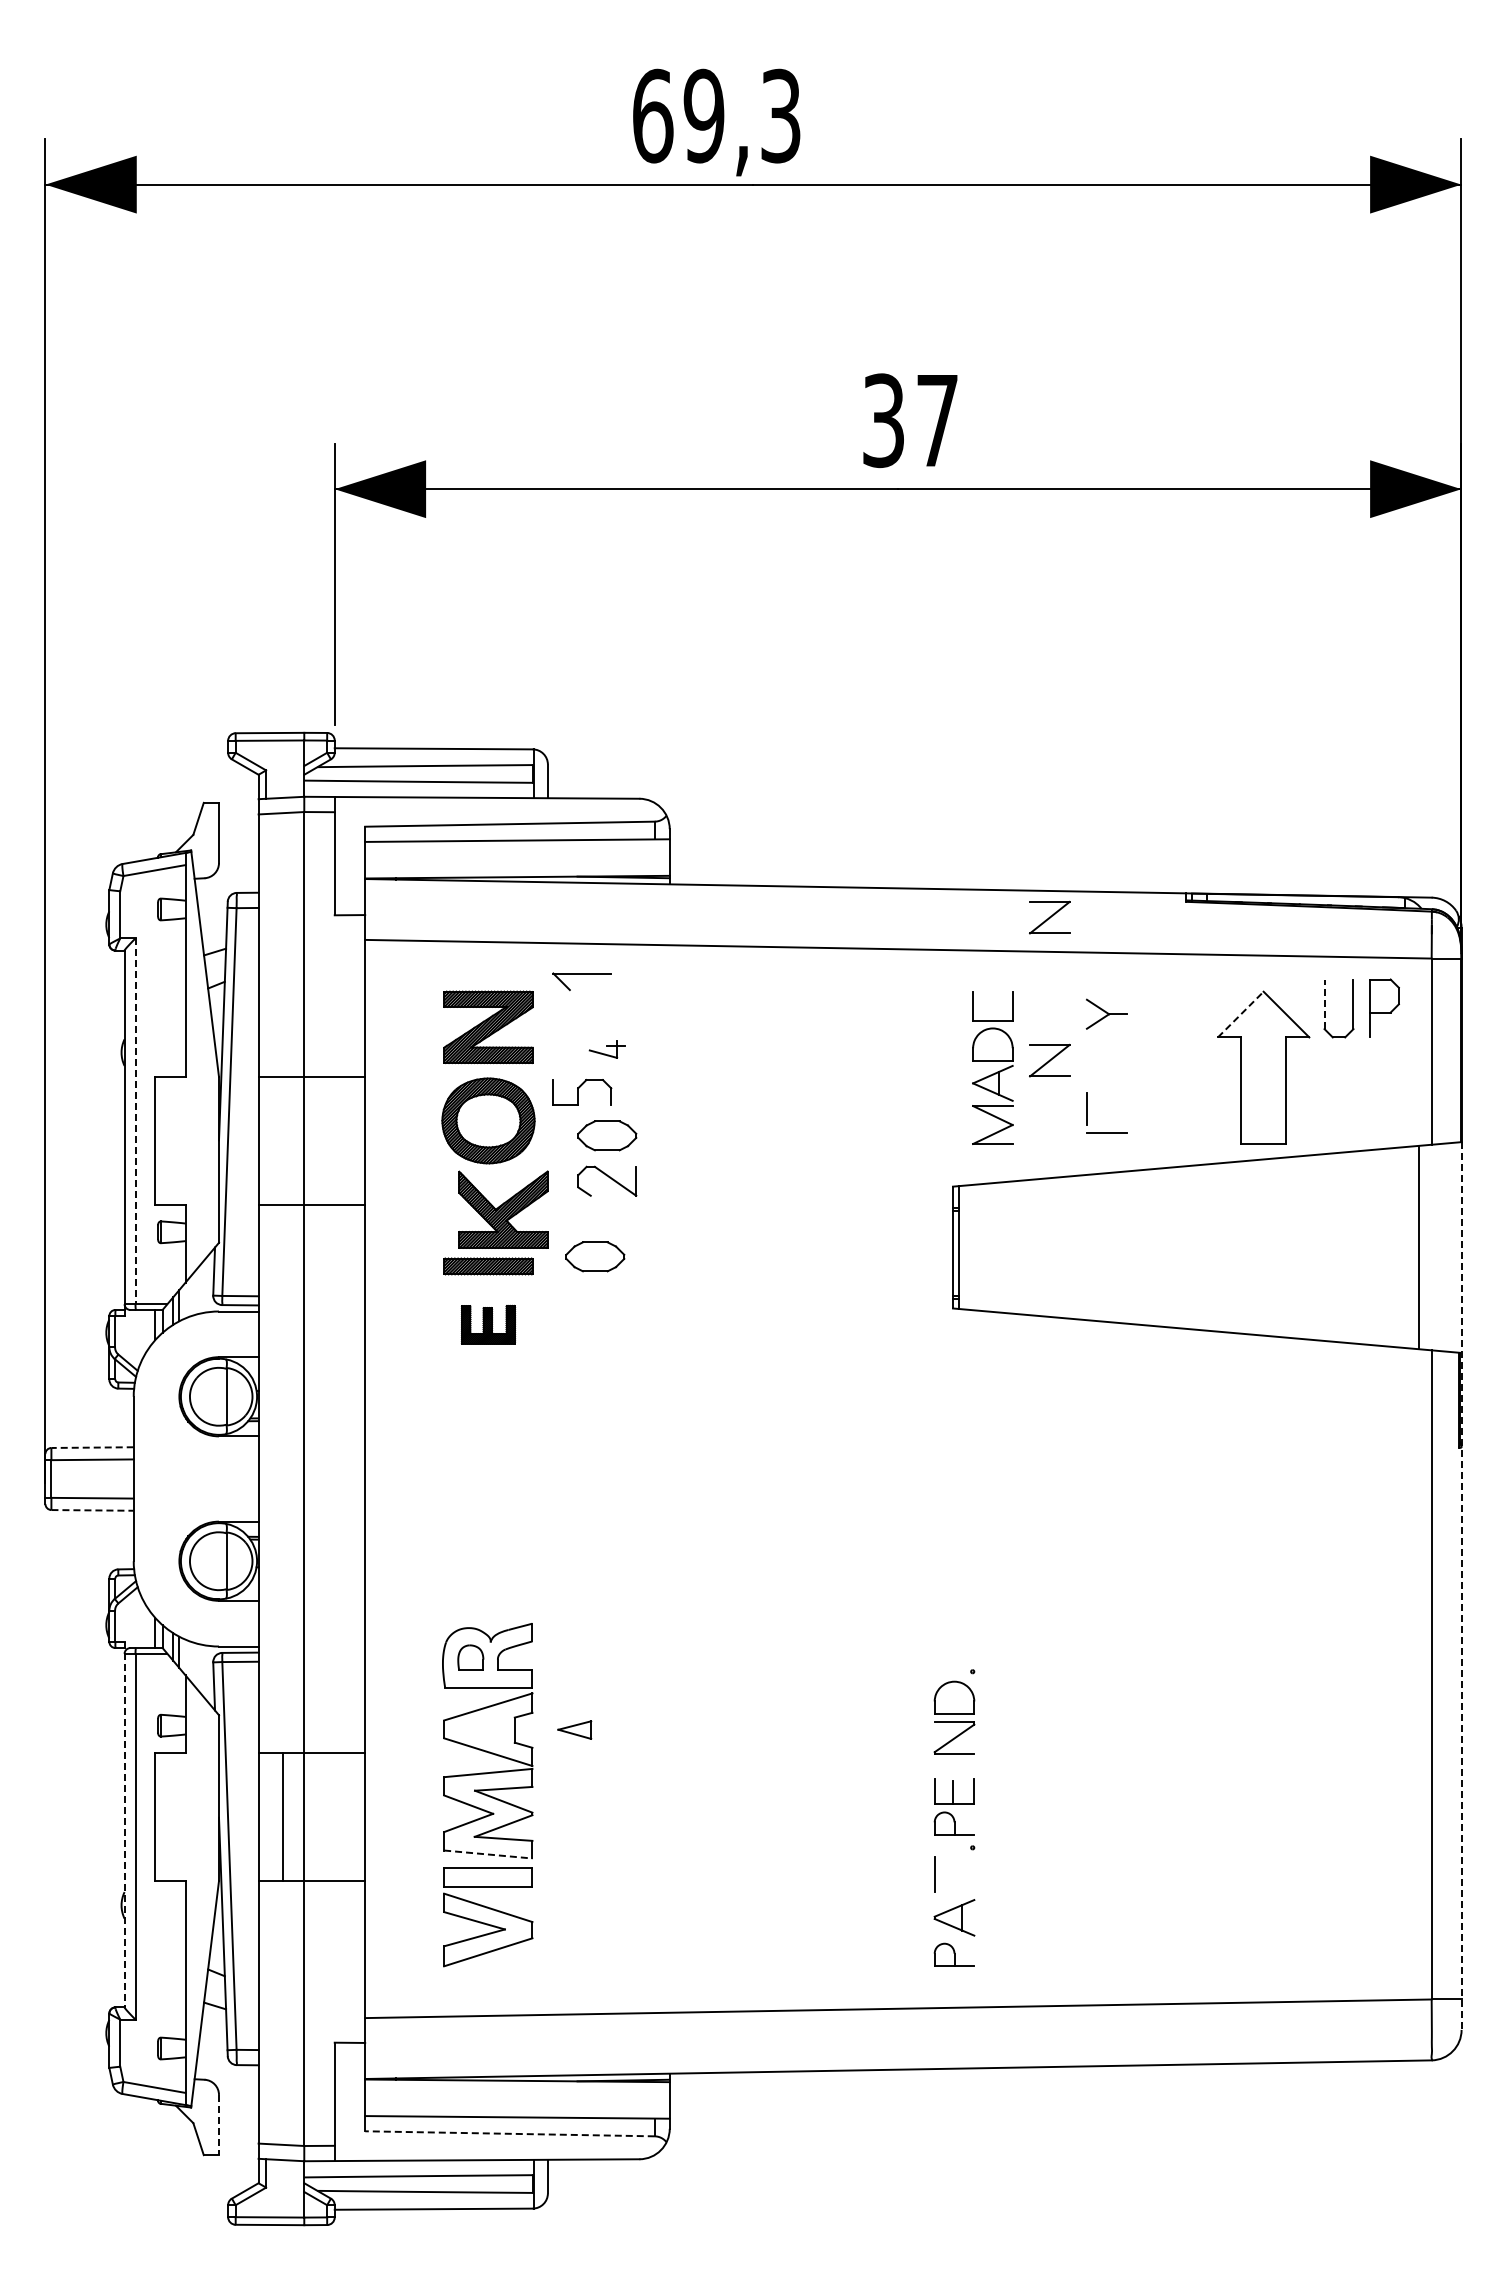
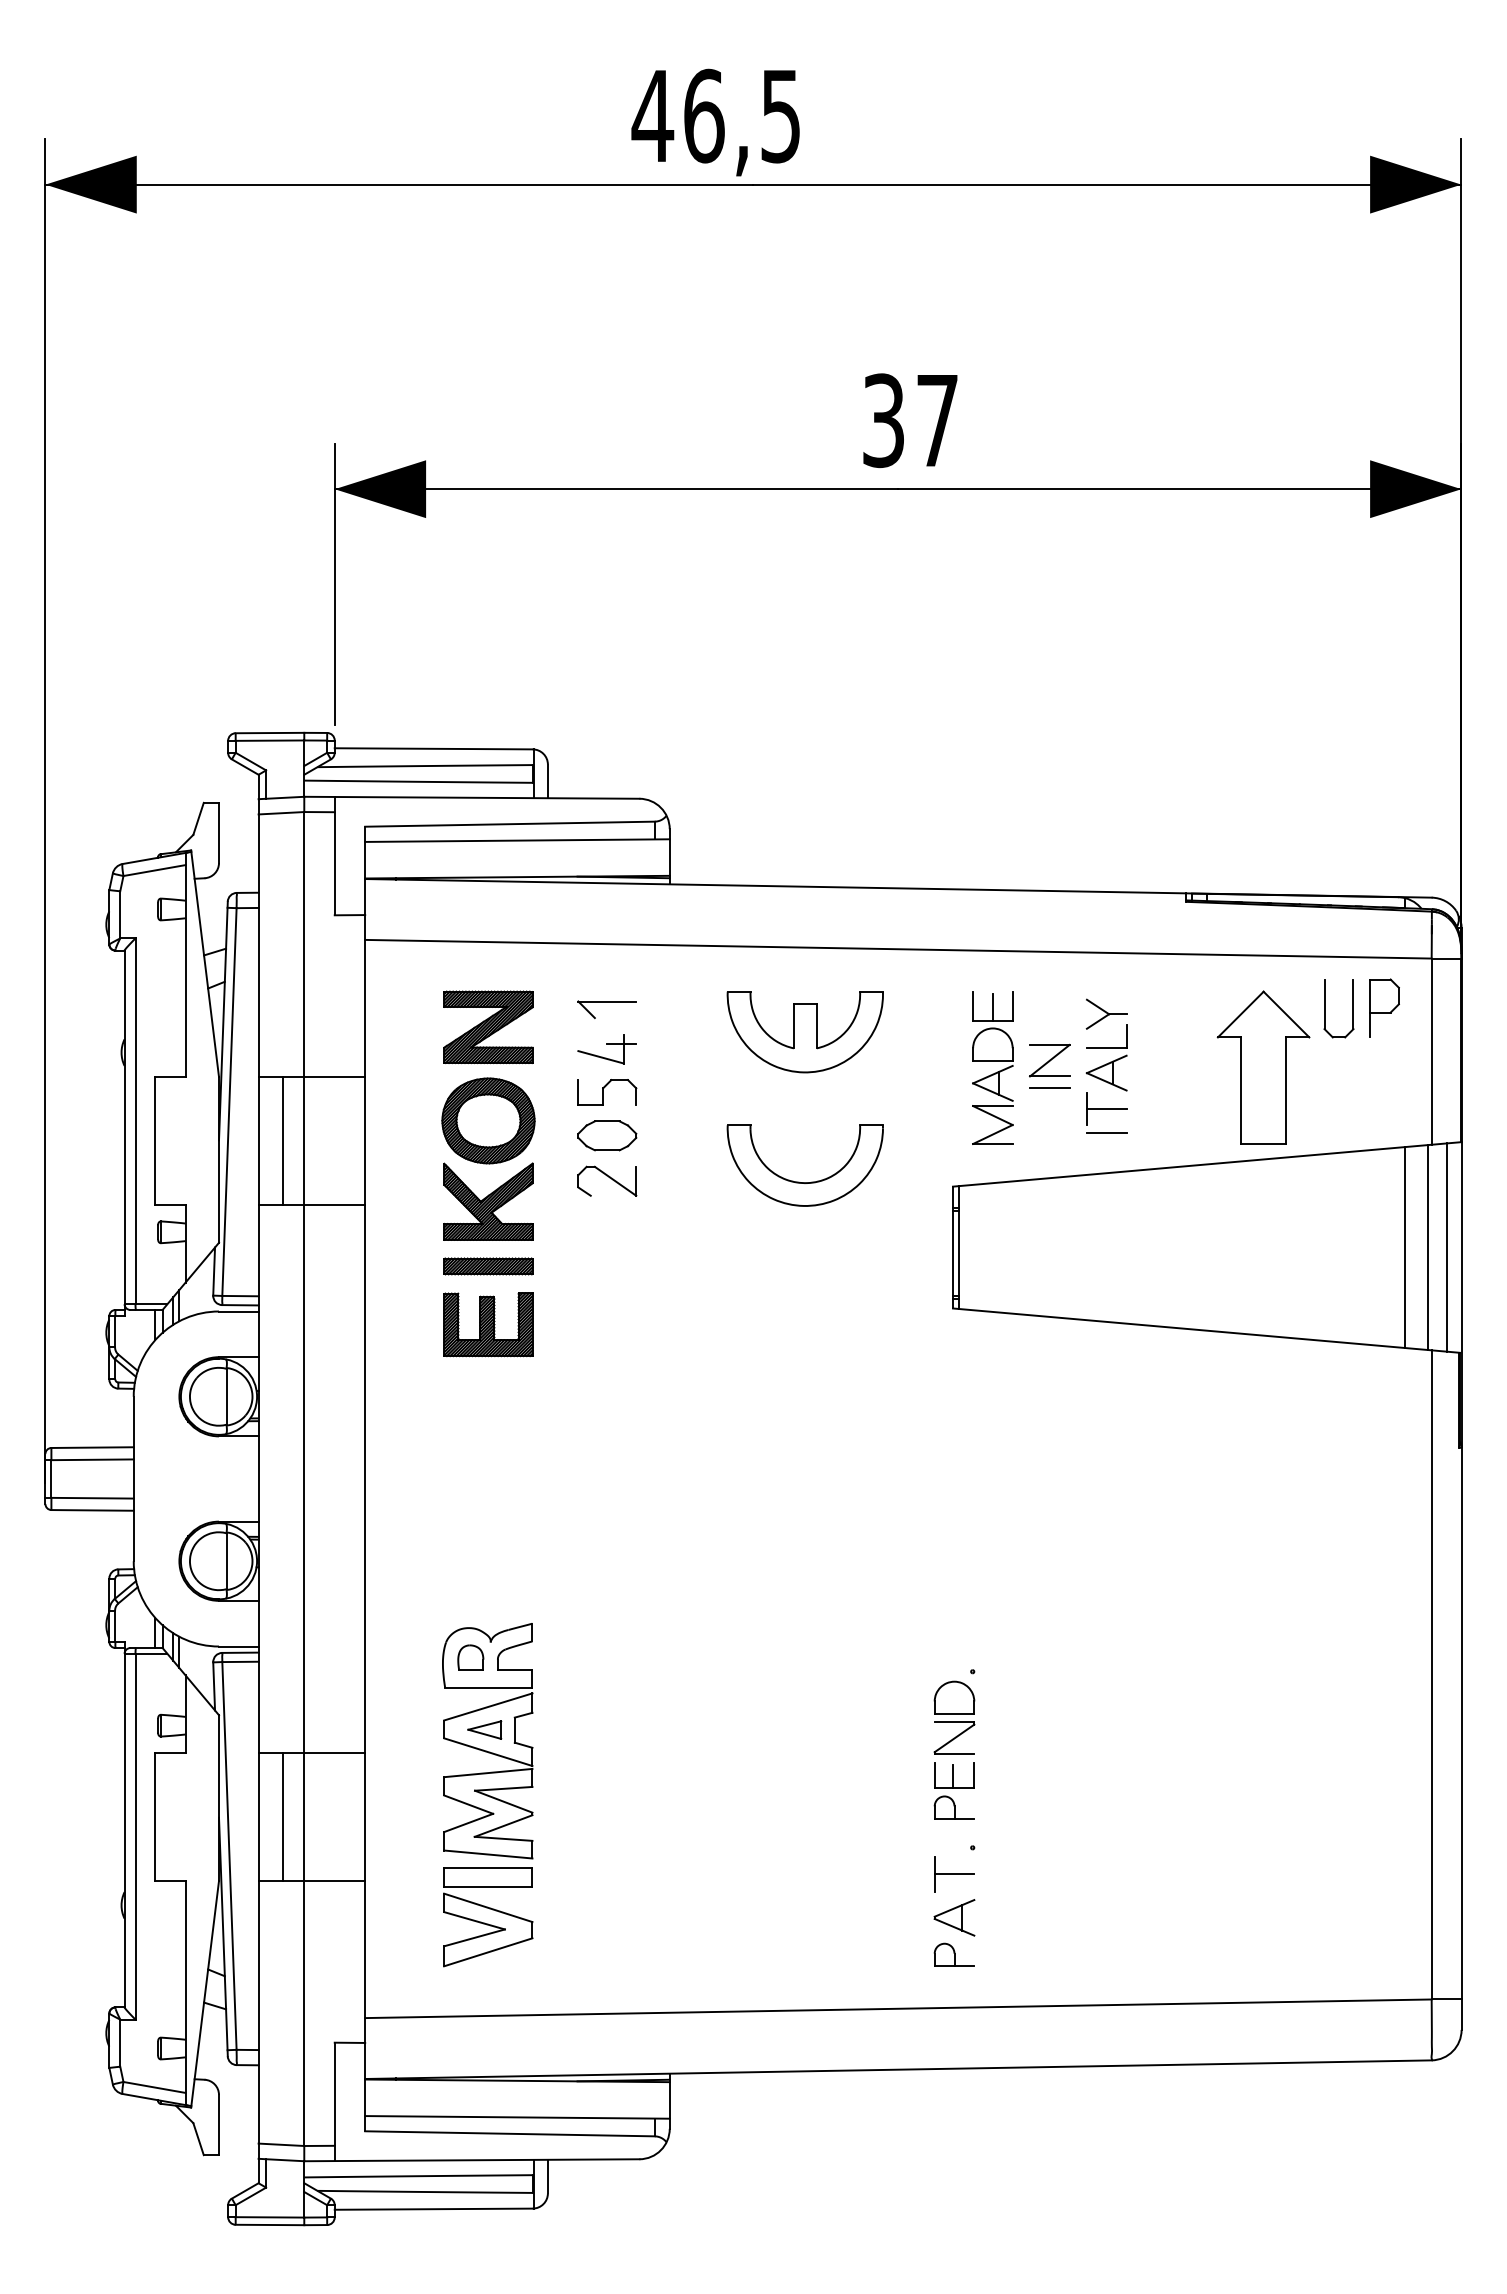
text at (715, 115): 69,3 -> 46,5
part at (1049, 917): present -> none
part at (581, 974) position: (581, 974) -> (606, 1002)
line at (1324, 1004): dashed -> solid
line at (992, 1006): none -> present
line at (1241, 1014): dashed -> solid
part at (804, 1032): none -> present
part at (606, 1049) size: 38x19 px -> 60x31 px
part at (1106, 1057): none -> present
line at (1049, 1088): none -> present
part at (582, 1092) position: (582, 1092) -> (607, 1092)
line at (1106, 1108): none -> present
line at (135, 1121): dashed -> solid
line at (282, 1140): none -> present
part at (799, 1181): none -> present
part at (503, 1209) position: (503, 1209) -> (488, 1201)
line at (1419, 1247) position: (1419, 1247) -> (1405, 1247)
line at (1428, 1247): none -> present
line at (1446, 1247): none -> present
part at (595, 1256): present -> none
part at (488, 1324) size: 56x41 px -> 91x66 px
line at (92, 1447): dashed -> solid
line at (93, 1510): dashed -> solid
line at (1461, 1586): dashed -> solid
part at (574, 1729) position: (574, 1729) -> (484, 1729)
part at (953, 1806) position: (953, 1806) -> (953, 1790)
line at (124, 1824): dashed -> solid
line at (488, 1854): dashed -> solid
line at (954, 1874): none -> present
line at (219, 2125): dashed -> solid
line at (509, 2133): dashed -> solid
